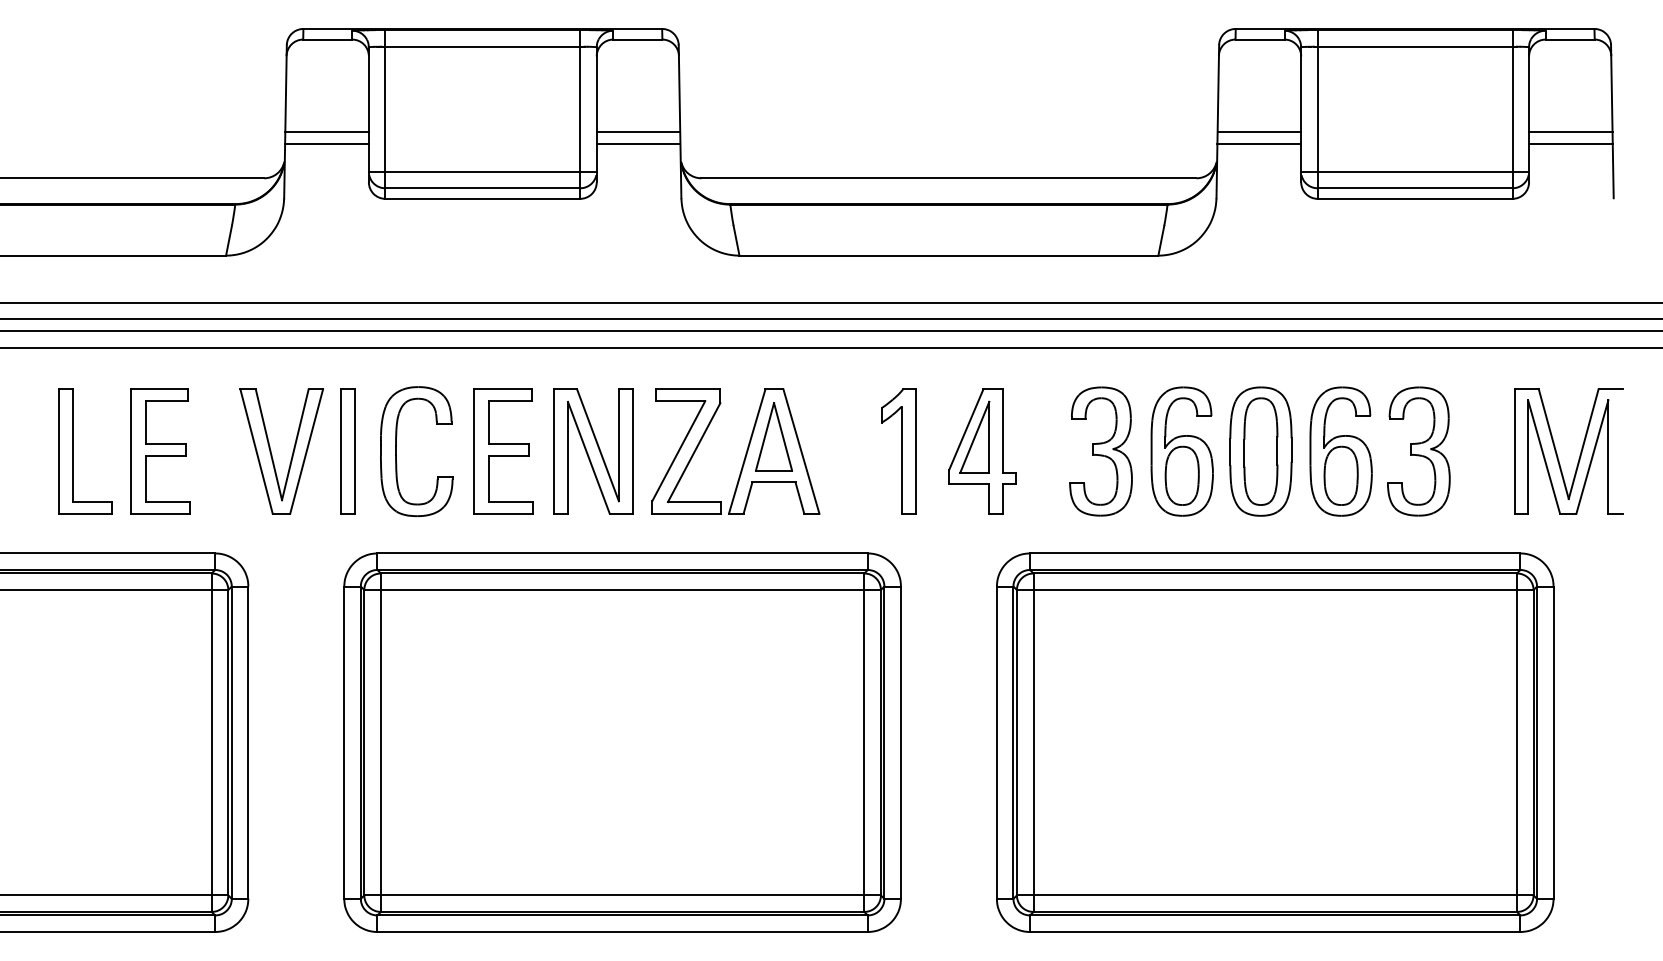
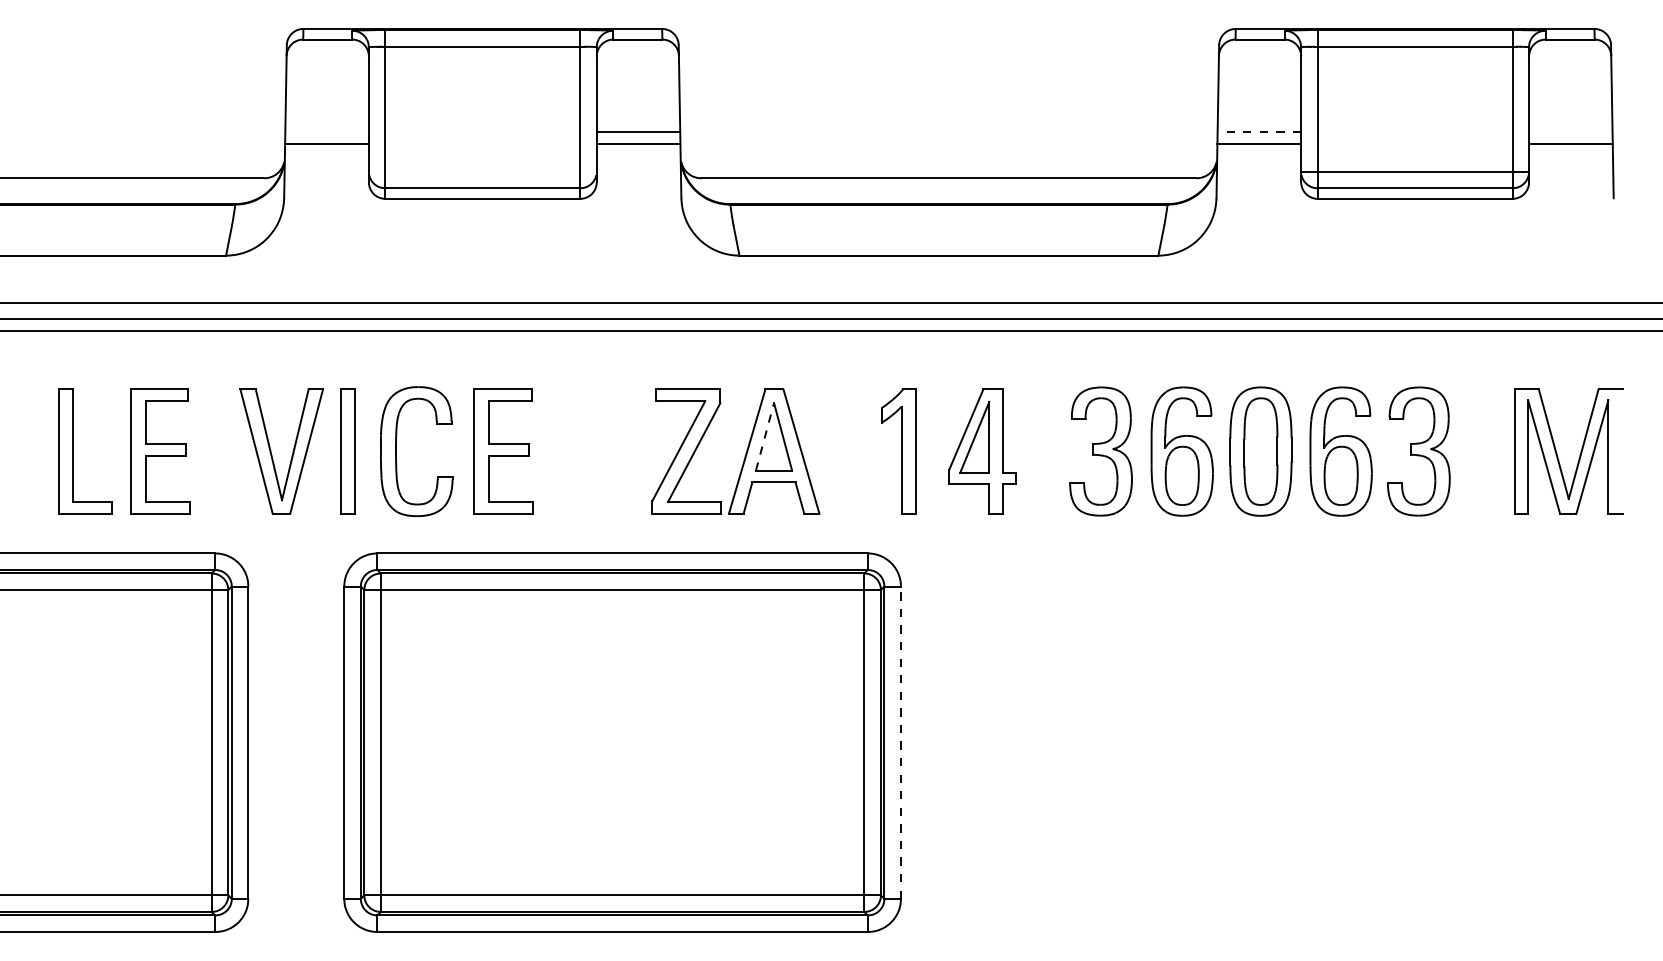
line at (326, 131): present -> none
line at (1259, 131): solid -> dashed
line at (1570, 131): present -> none
line at (482, 171): present -> none
line at (830, 347): present -> none
line at (765, 436): solid -> dashed
part at (593, 451): present -> none
line at (901, 742): solid -> dashed
part at (1275, 742): present -> none
